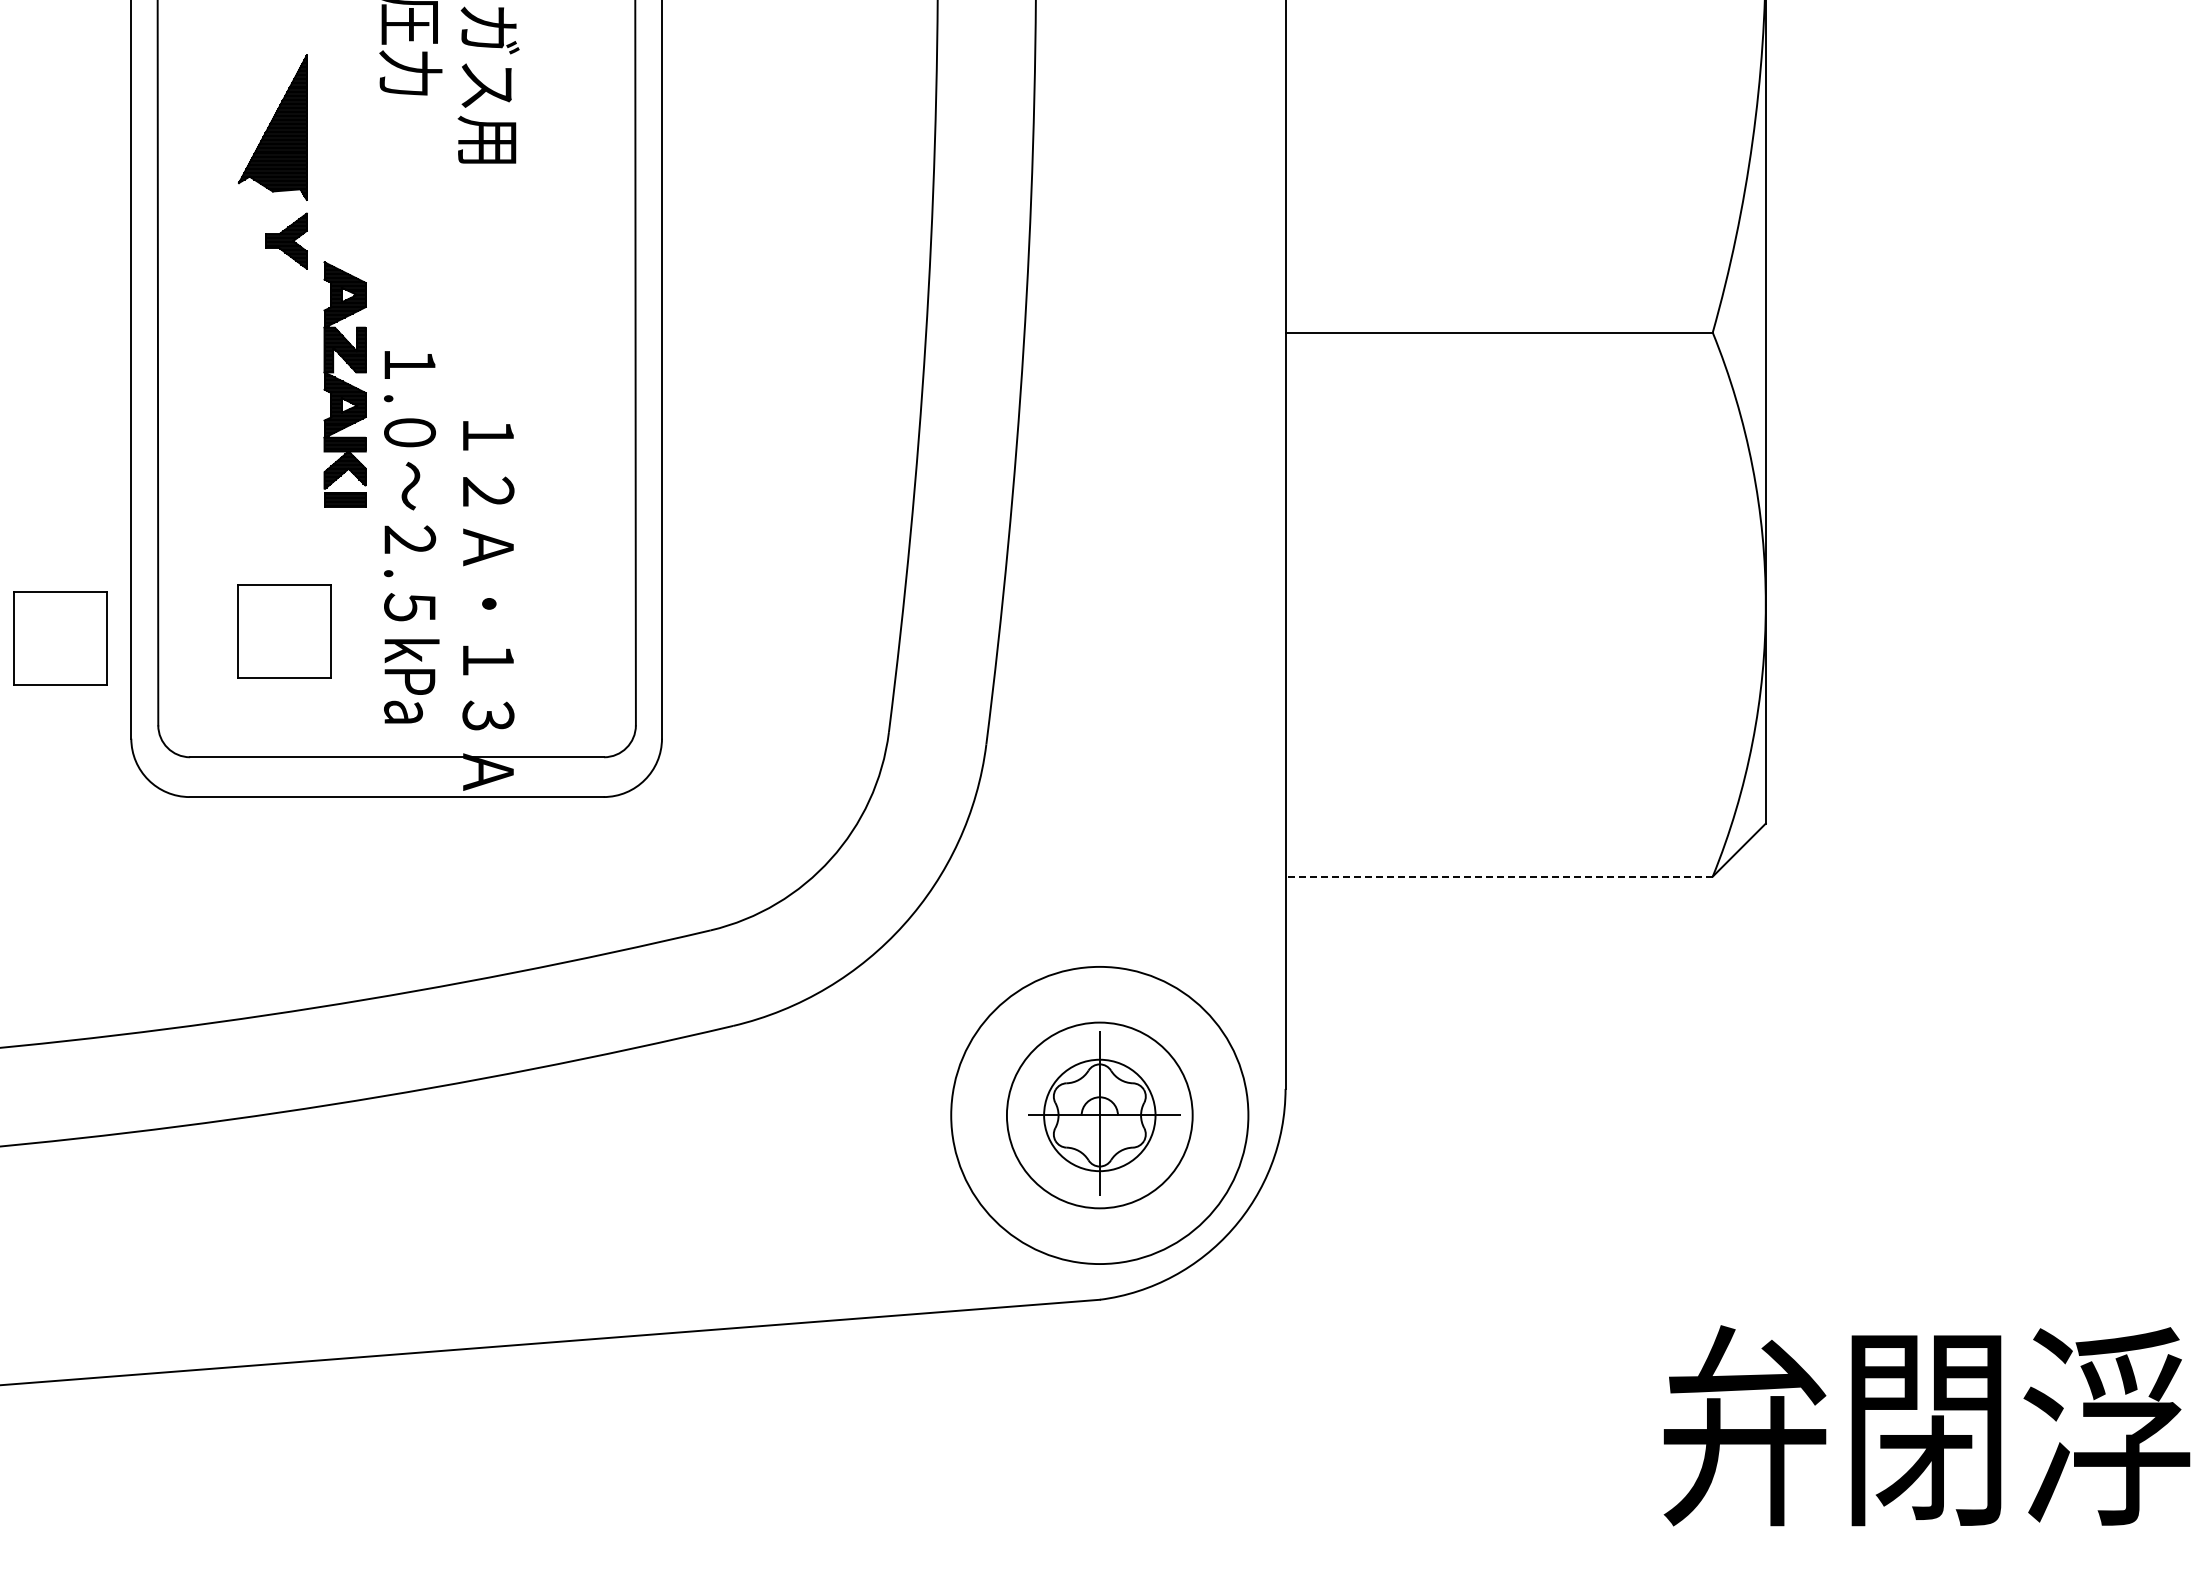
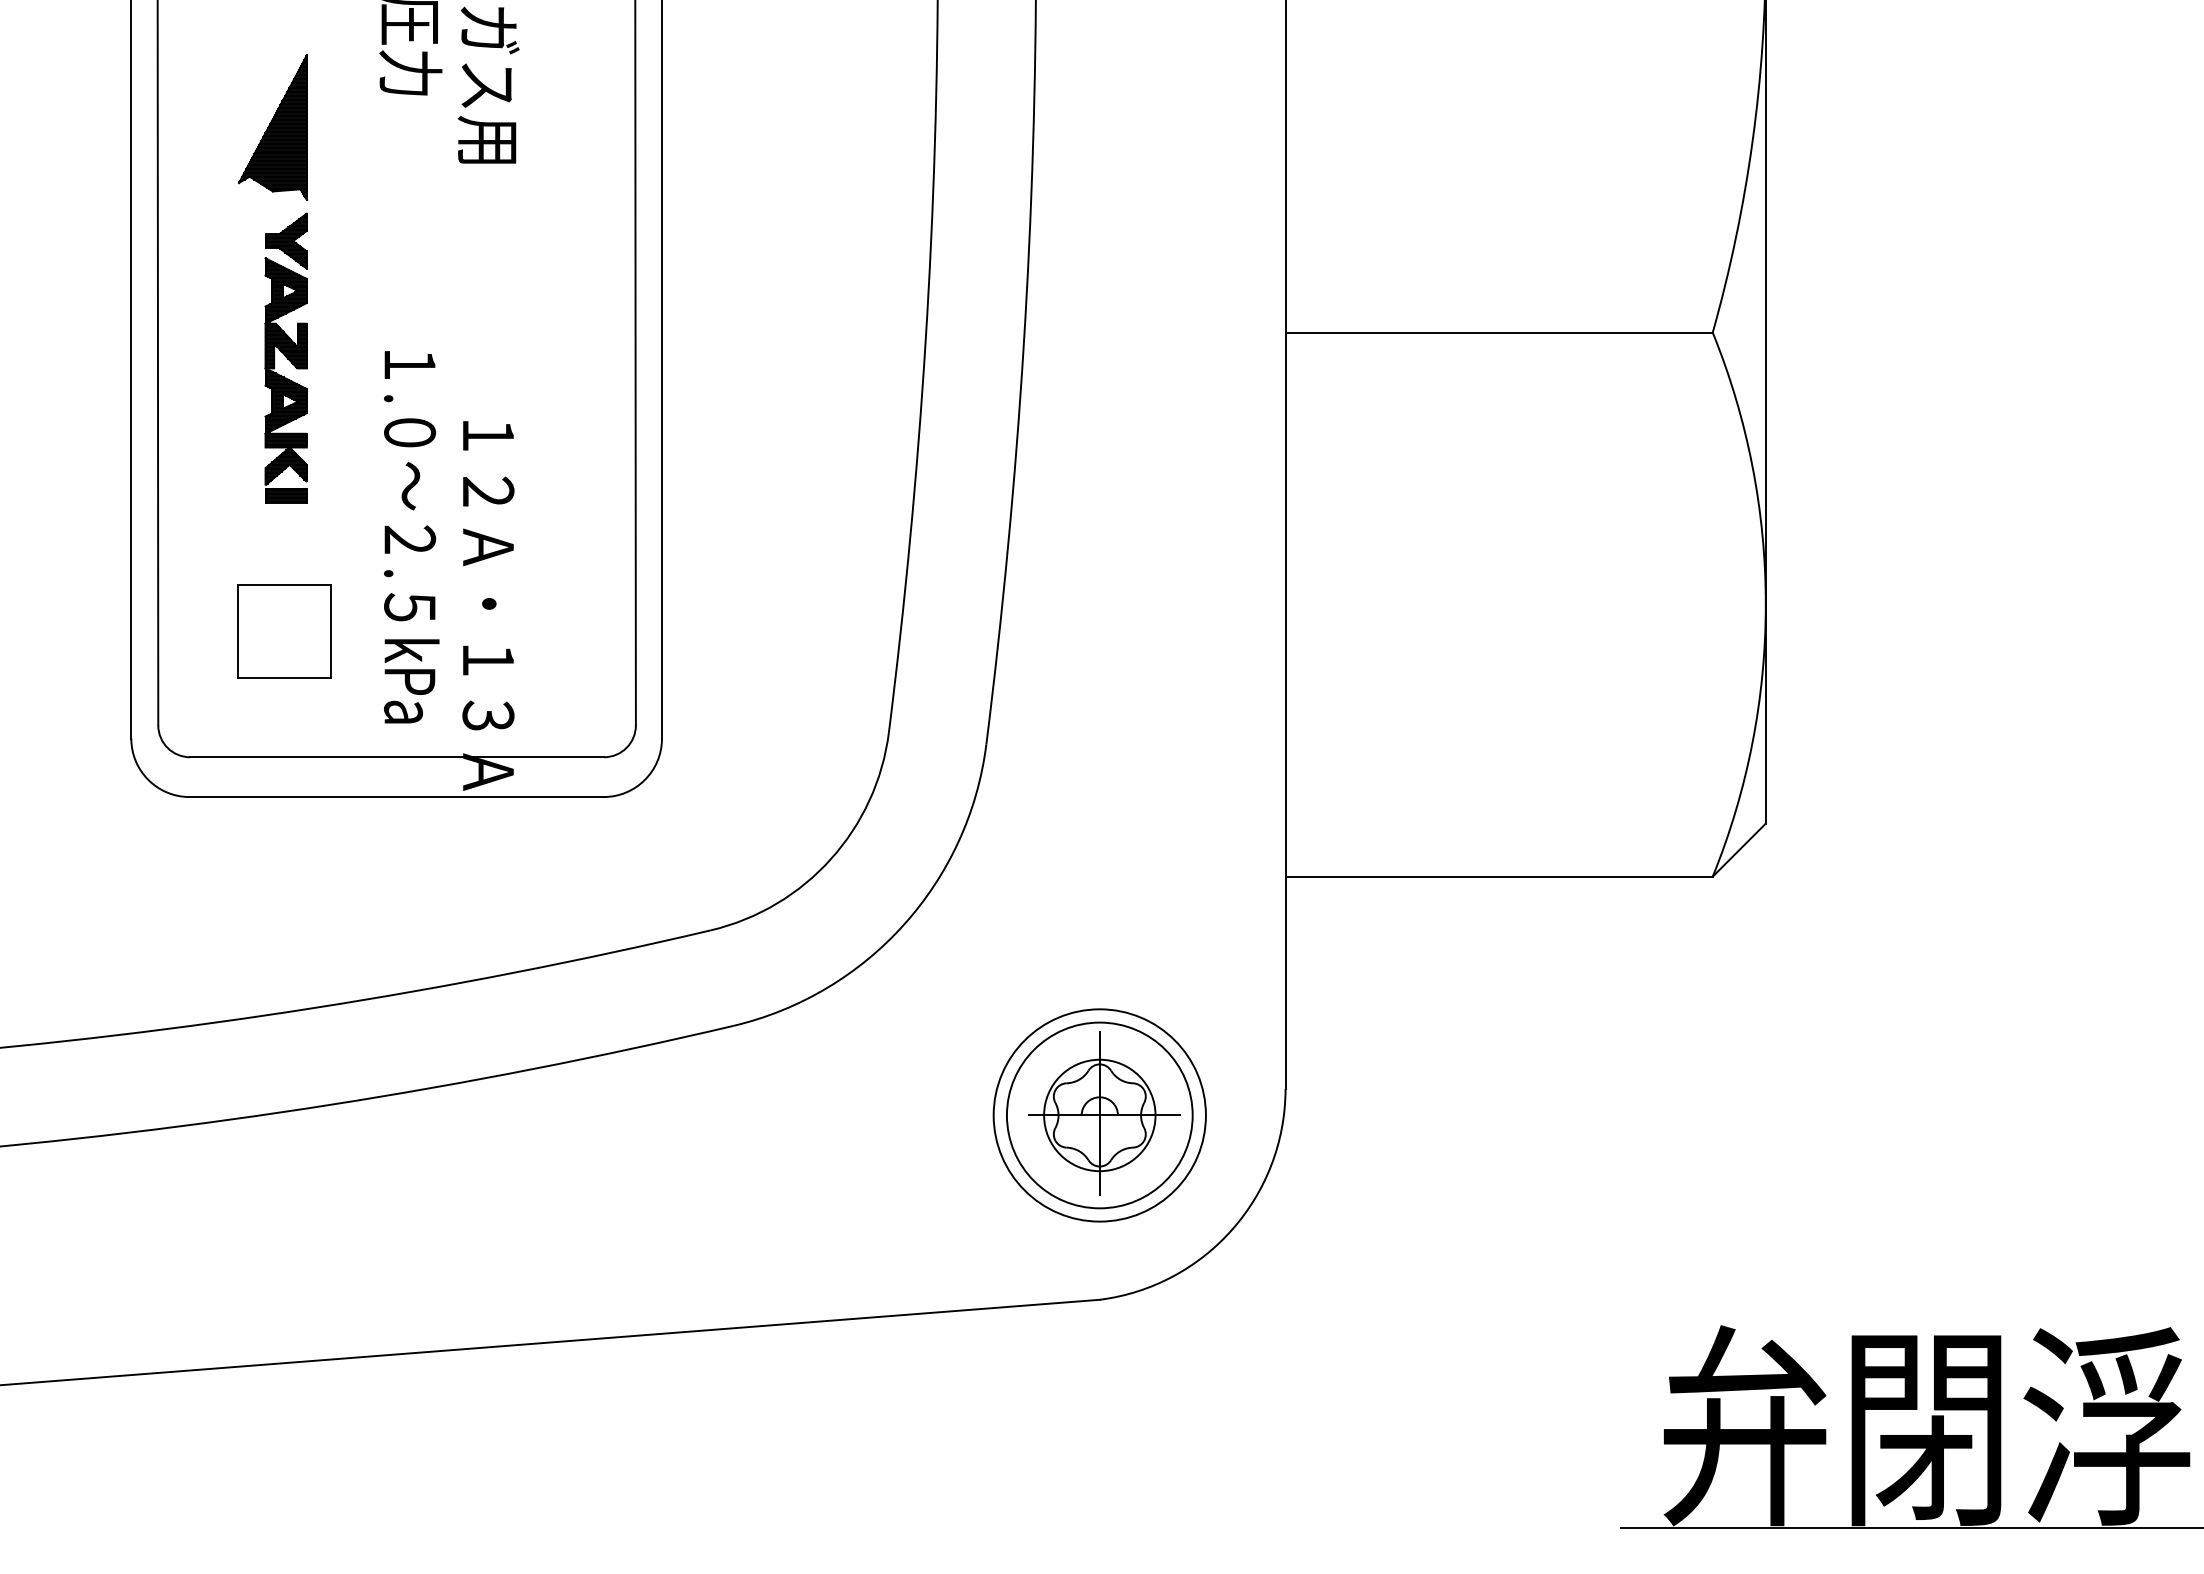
part at (344, 384) position: (344, 384) -> (285, 380)
part at (60, 638): present -> none
line at (1499, 876): dashed -> solid
circle at (1099, 1115) diameter: 297 px -> 212 px
line at (1910, 1528): none -> present
